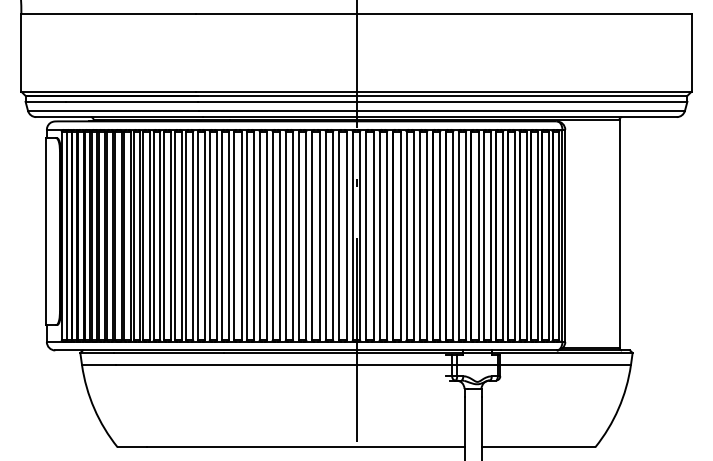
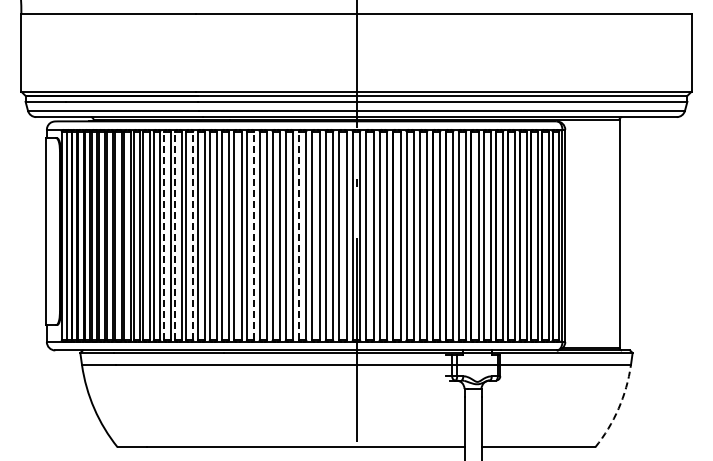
line at (164, 235): solid -> dashed
line at (175, 235): solid -> dashed
line at (193, 235): solid -> dashed
line at (254, 235): solid -> dashed
line at (298, 235): solid -> dashed
arc at (618, 408): solid -> dashed
